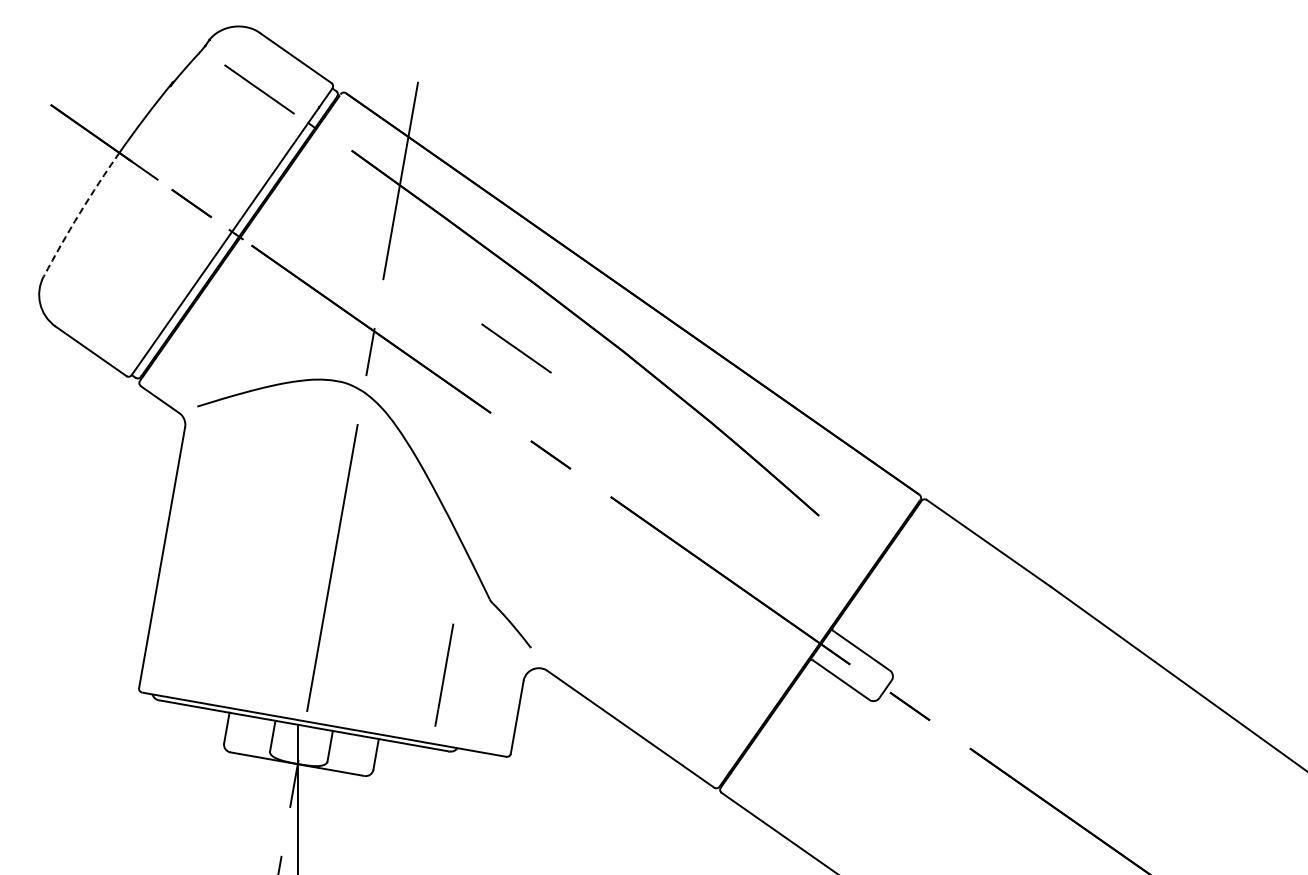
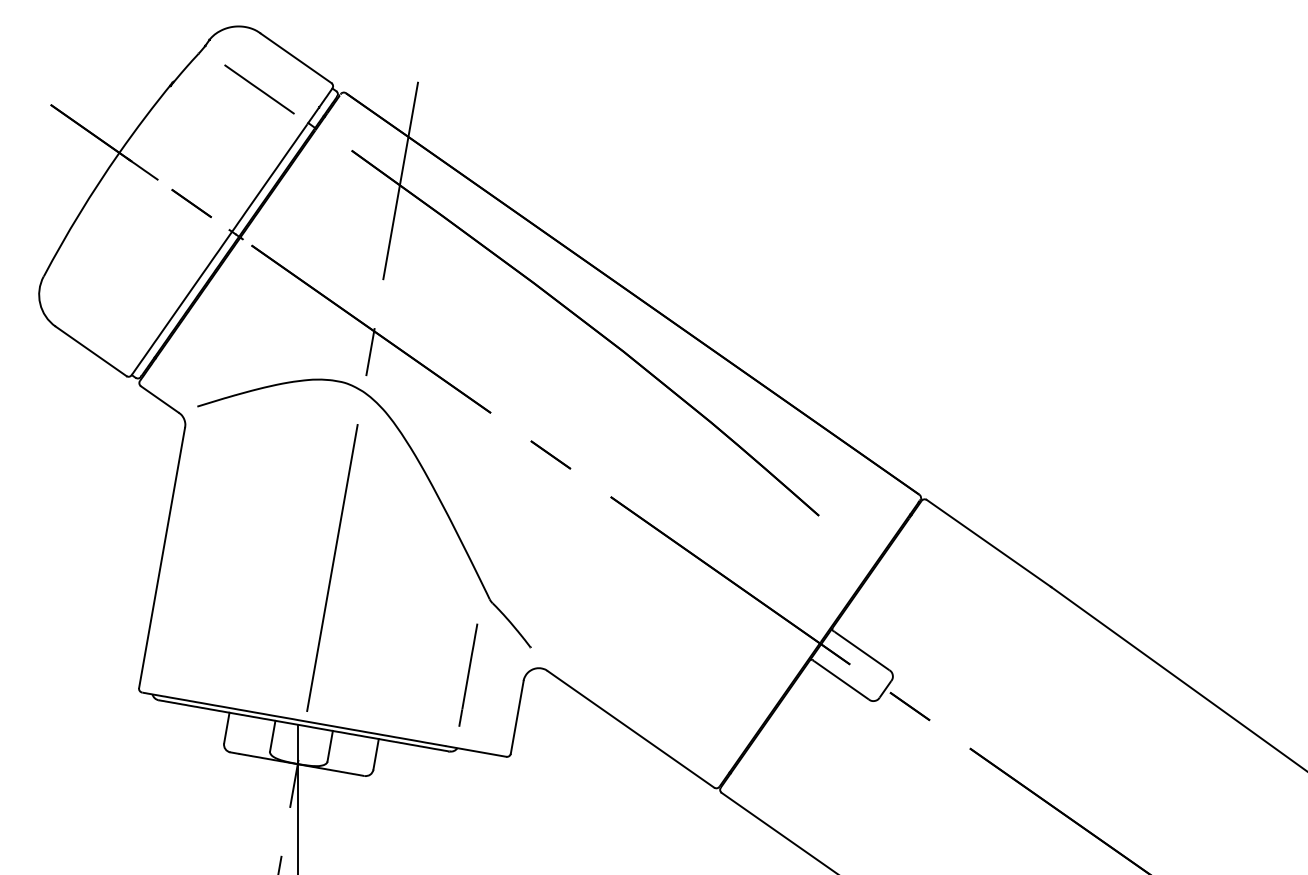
arc at (79, 213): dashed -> solid
line at (516, 348): present -> none
line at (444, 674) position: (444, 674) -> (468, 674)
